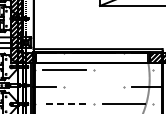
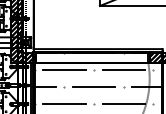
line at (123, 69): none -> present
line at (93, 86): none -> present
line at (63, 103): dashed -> solid
